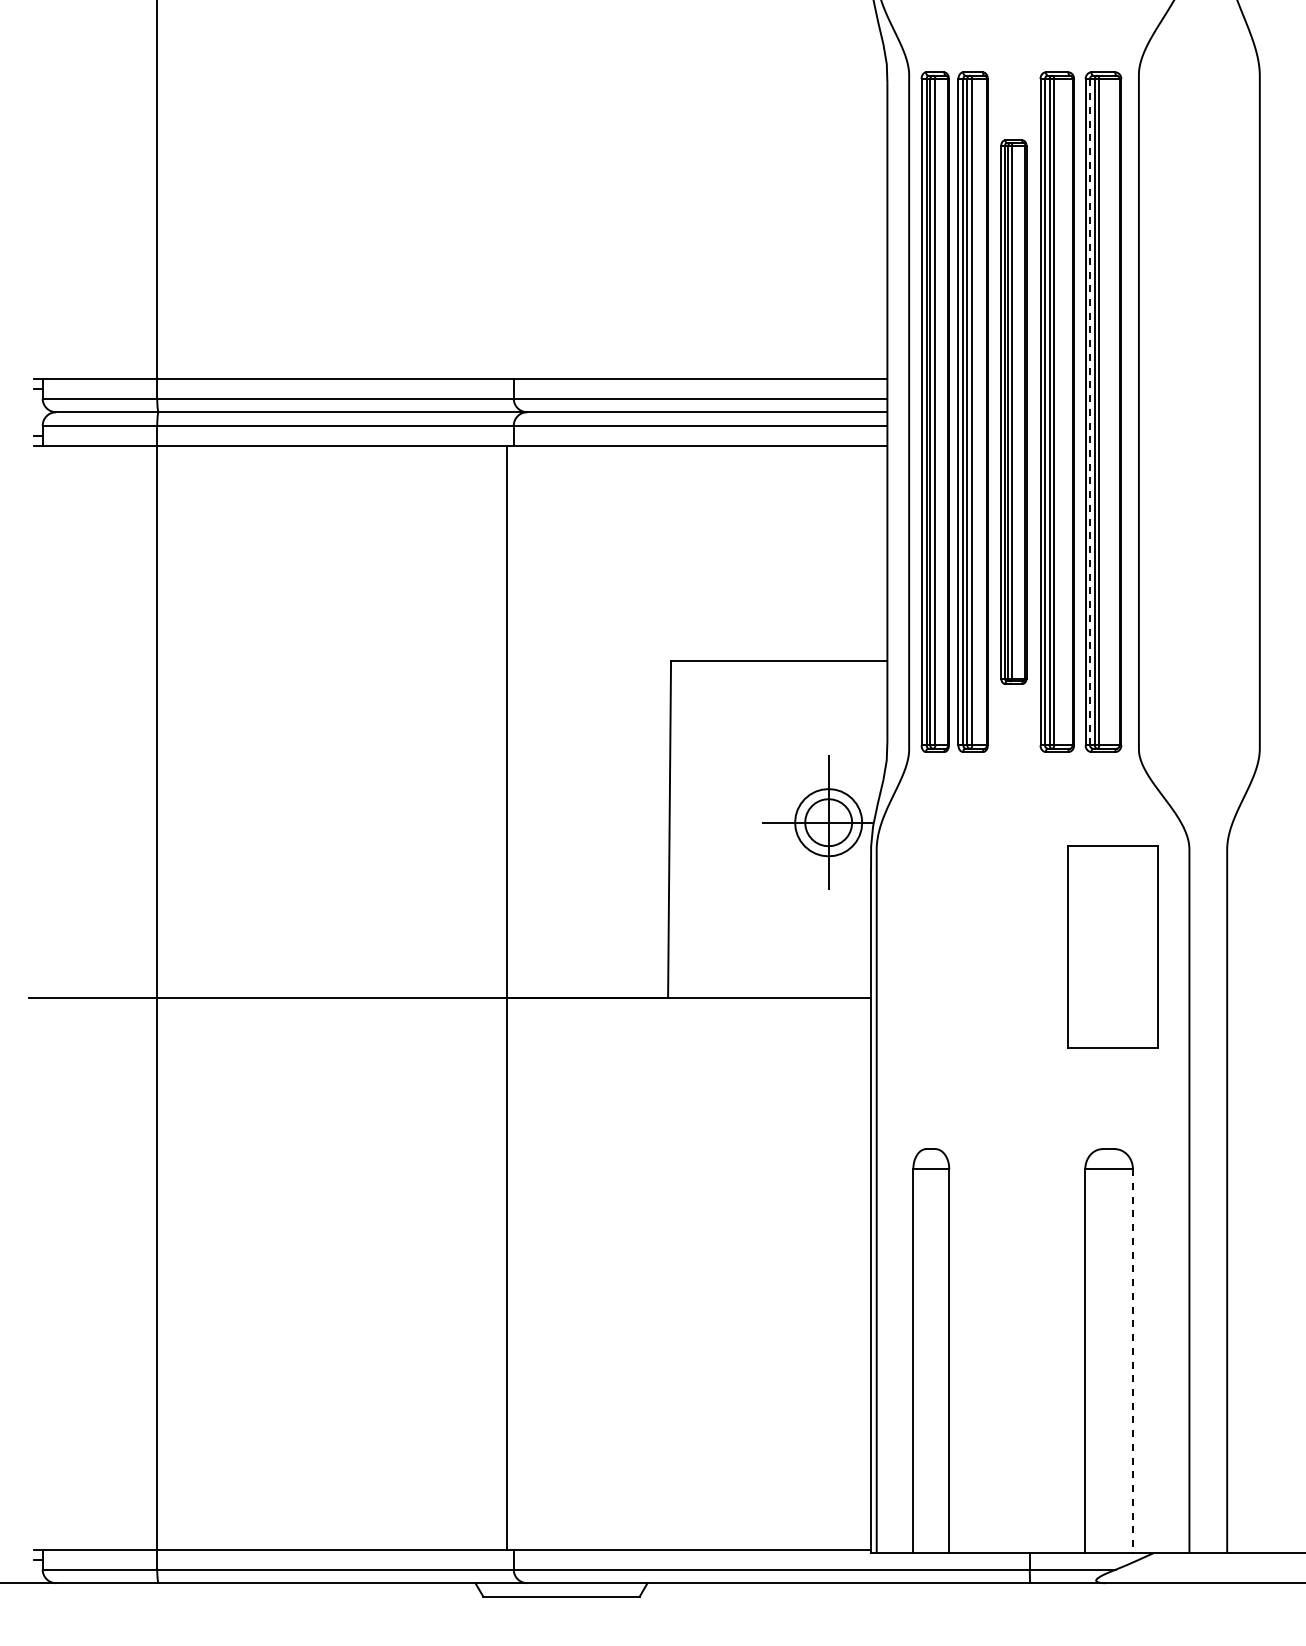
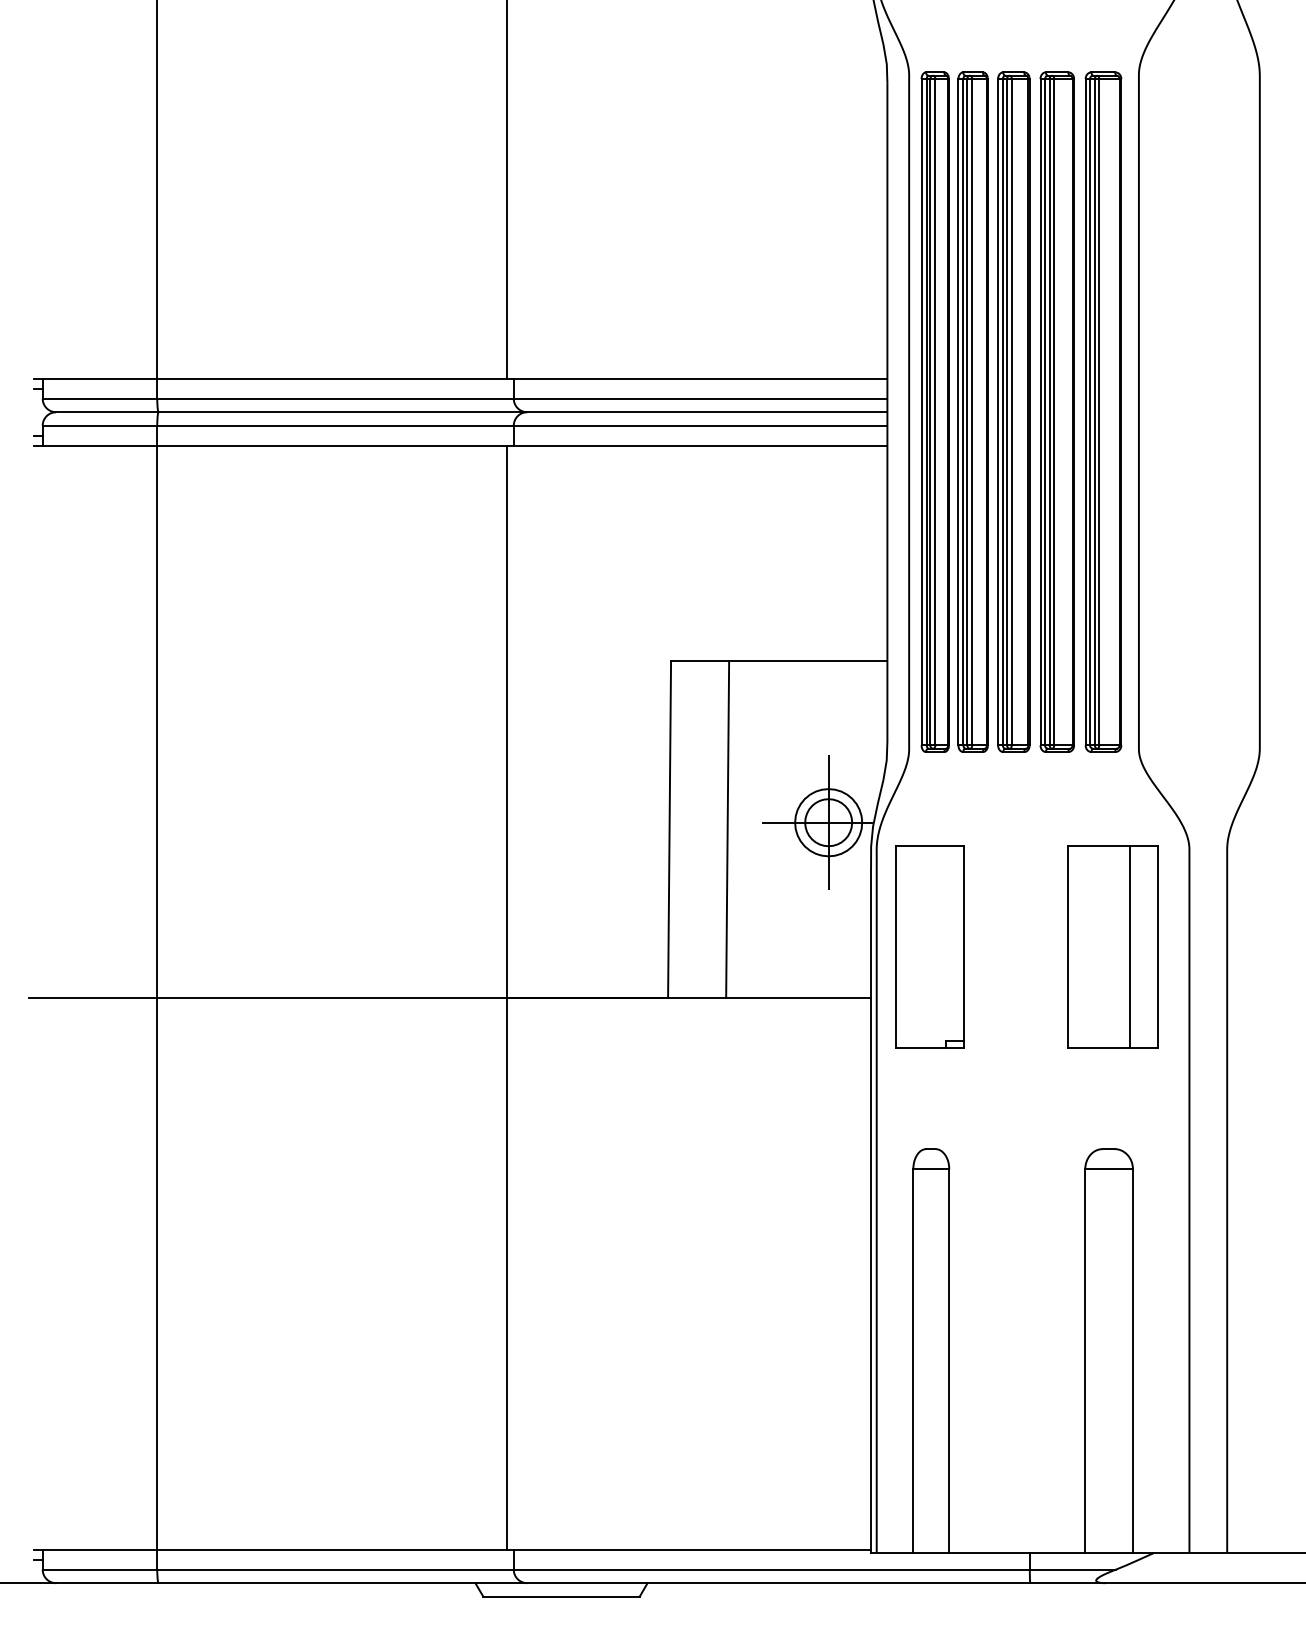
line at (507, 190): none -> present
part at (1013, 411) size: 28x546 px -> 34x682 px
line at (1090, 411): dashed -> solid
line at (727, 829): none -> present
part at (929, 946): none -> present
line at (1129, 947): none -> present
line at (1132, 1361): dashed -> solid
